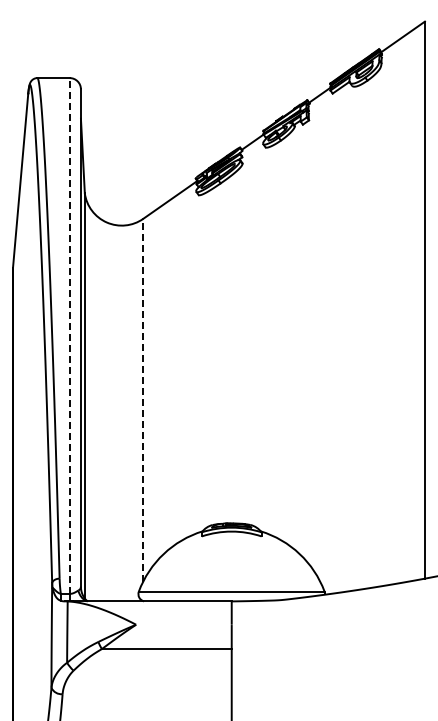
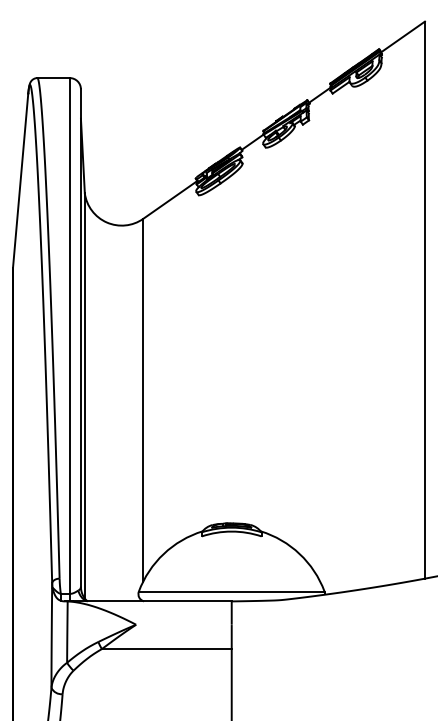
line at (69, 336): dashed -> solid
line at (143, 399): dashed -> solid
